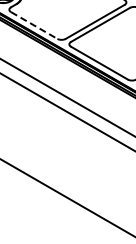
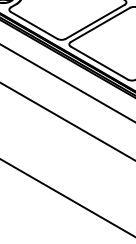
line at (34, 25): dashed -> solid
line at (67, 97) position: (67, 97) -> (67, 82)
line at (67, 111) position: (67, 111) -> (67, 120)
